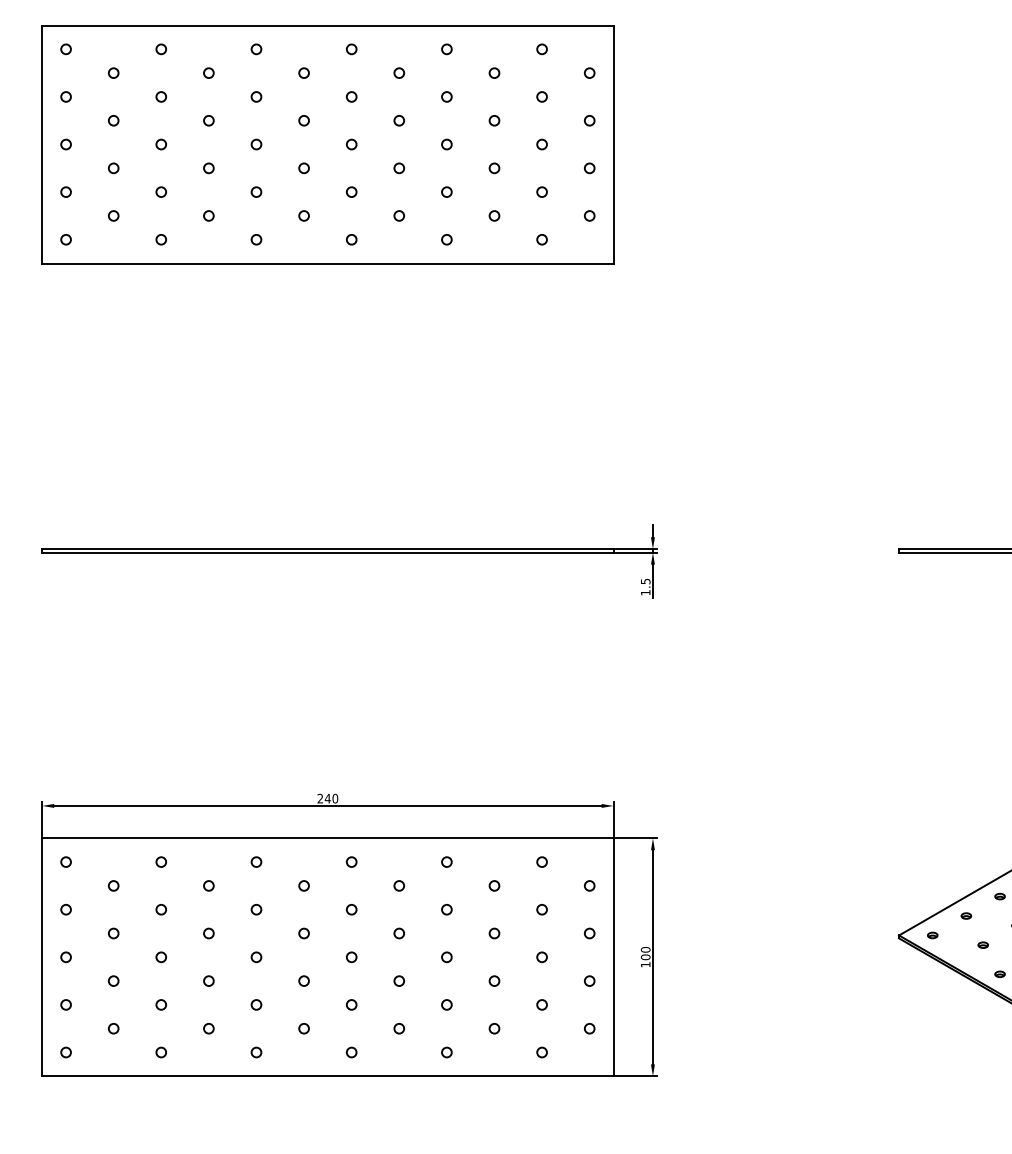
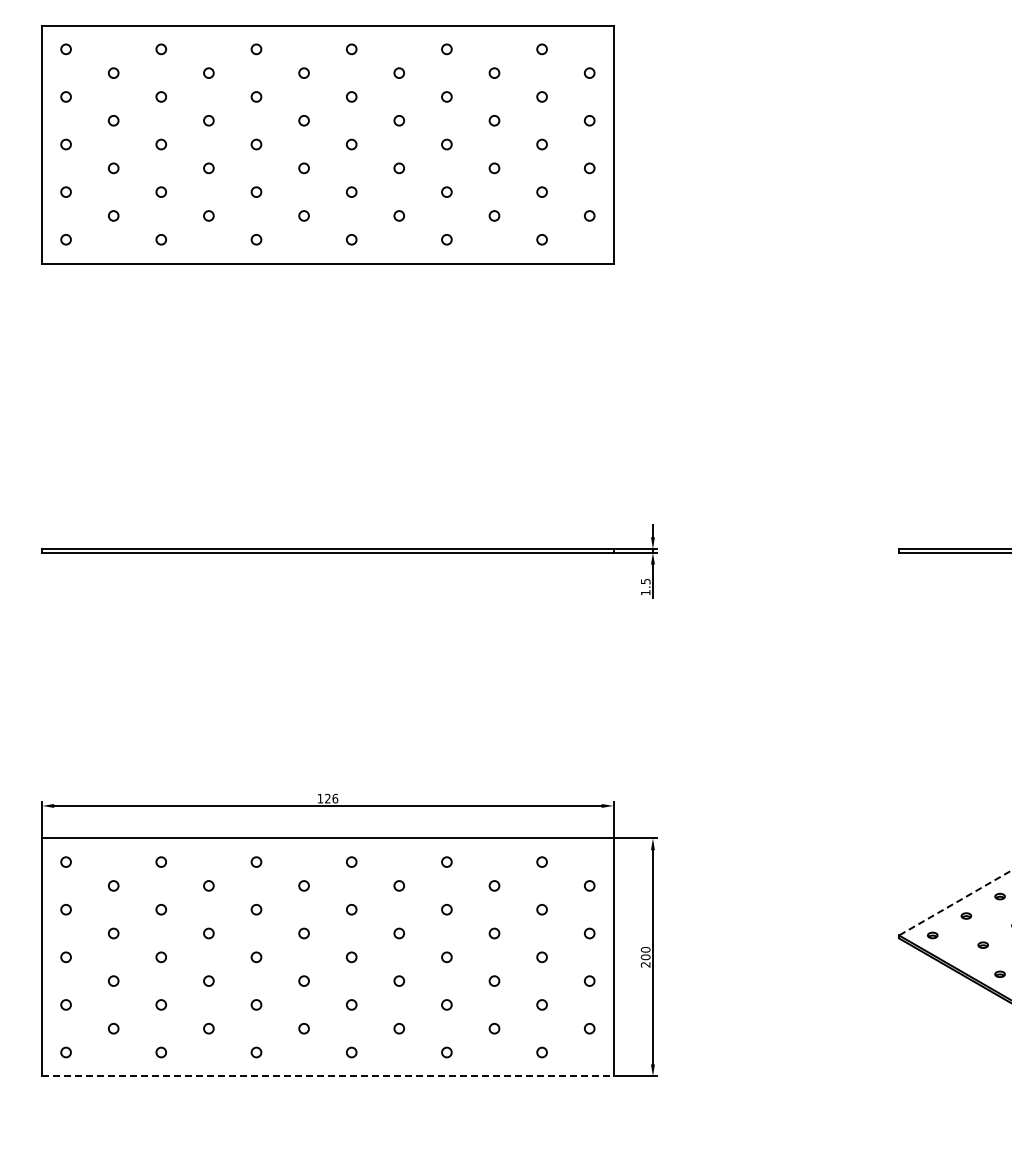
text at (327, 798): 240 -> 126
line at (955, 903): solid -> dashed
text at (645, 964): 100 -> 200
line at (327, 1076): solid -> dashed
